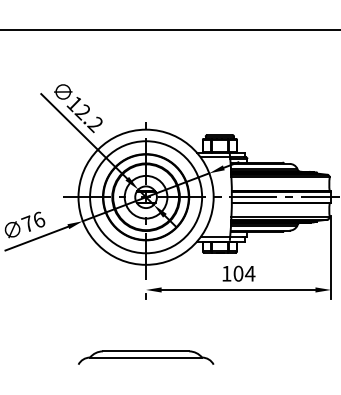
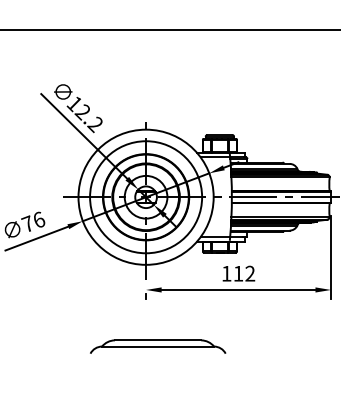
text at (244, 273): 104 -> 112
part at (146, 357) position: (146, 357) -> (158, 346)
